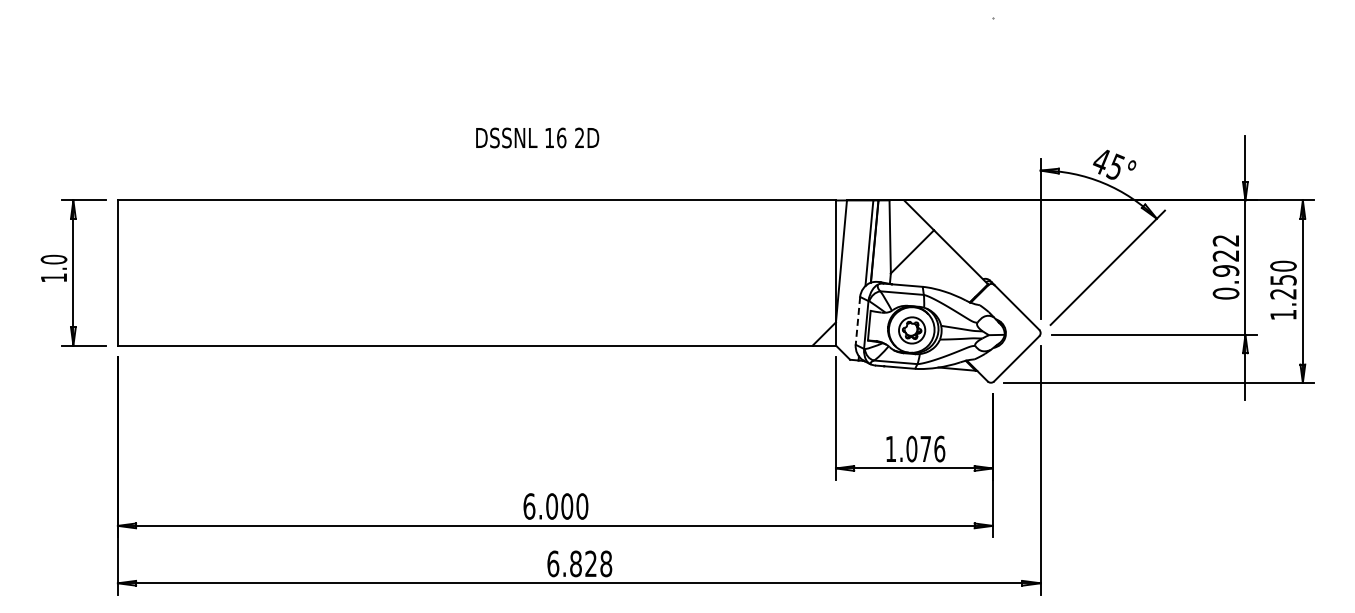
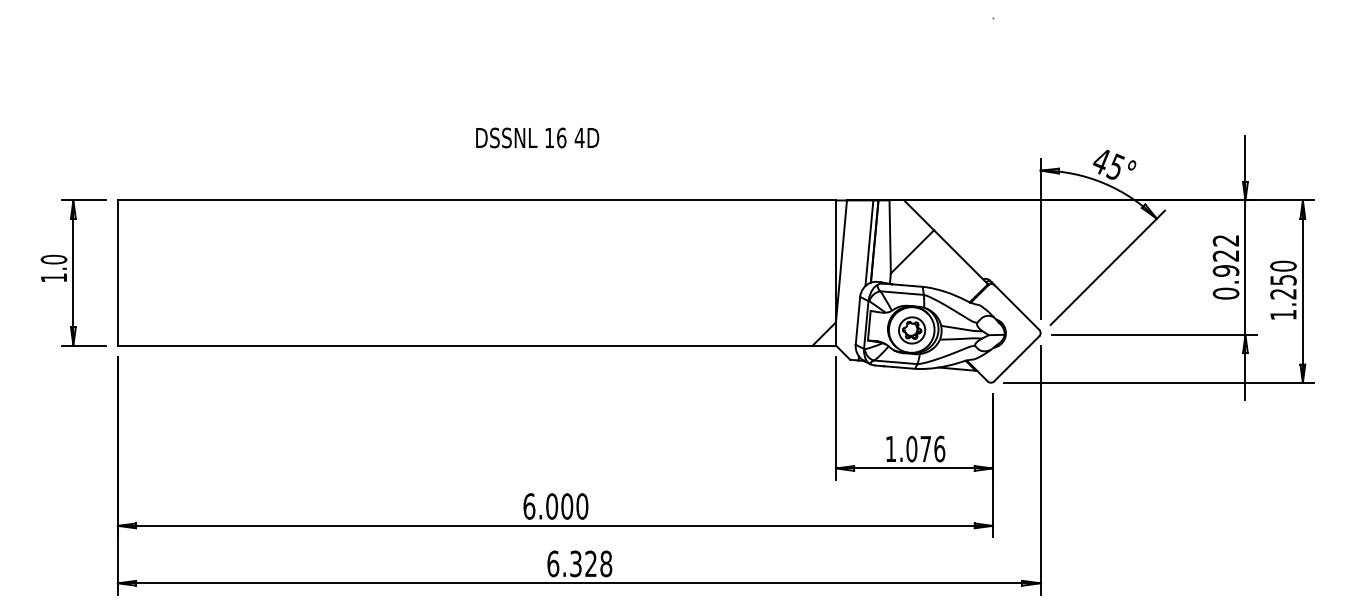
text at (579, 137): 2D -> 4D
line at (857, 321): dashed -> solid
text at (575, 563): 6.828 -> 6.328
